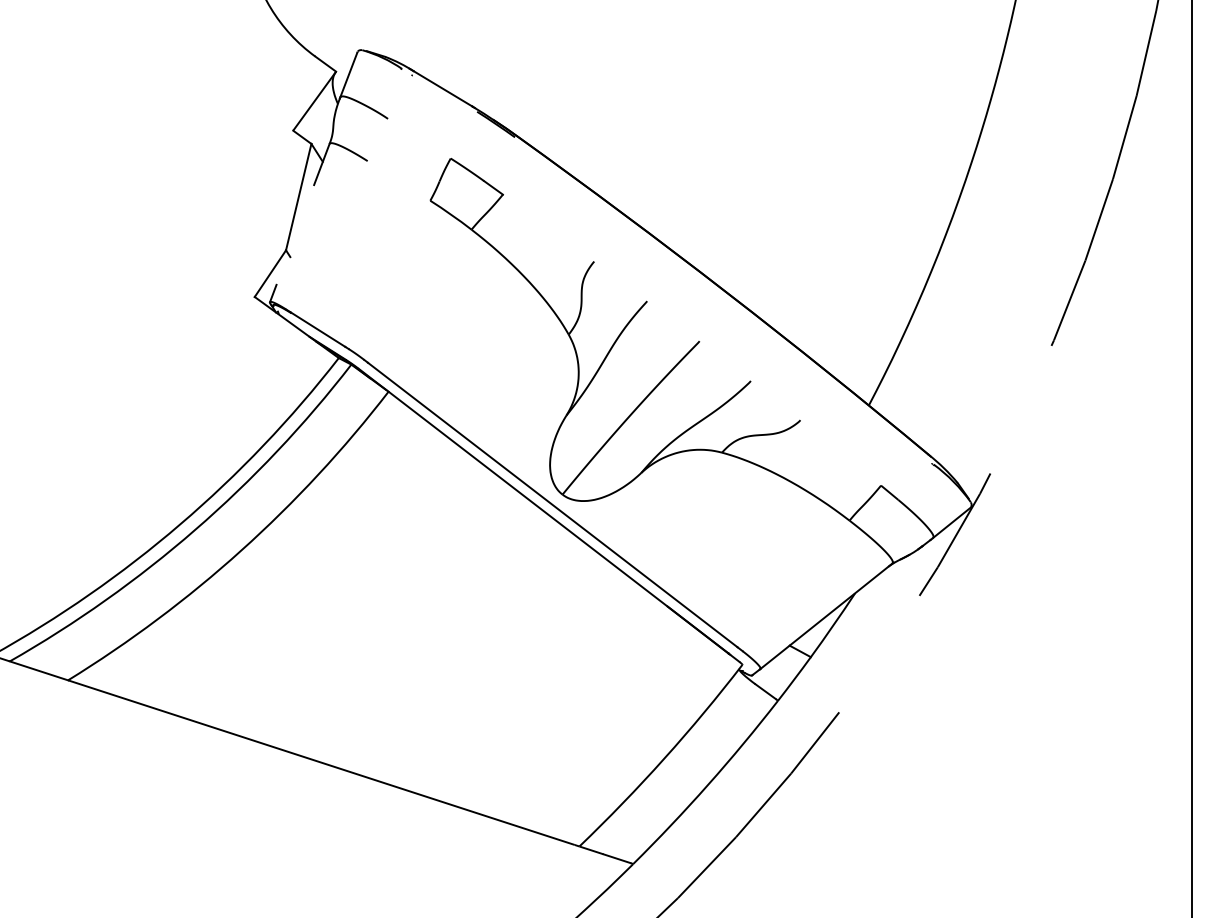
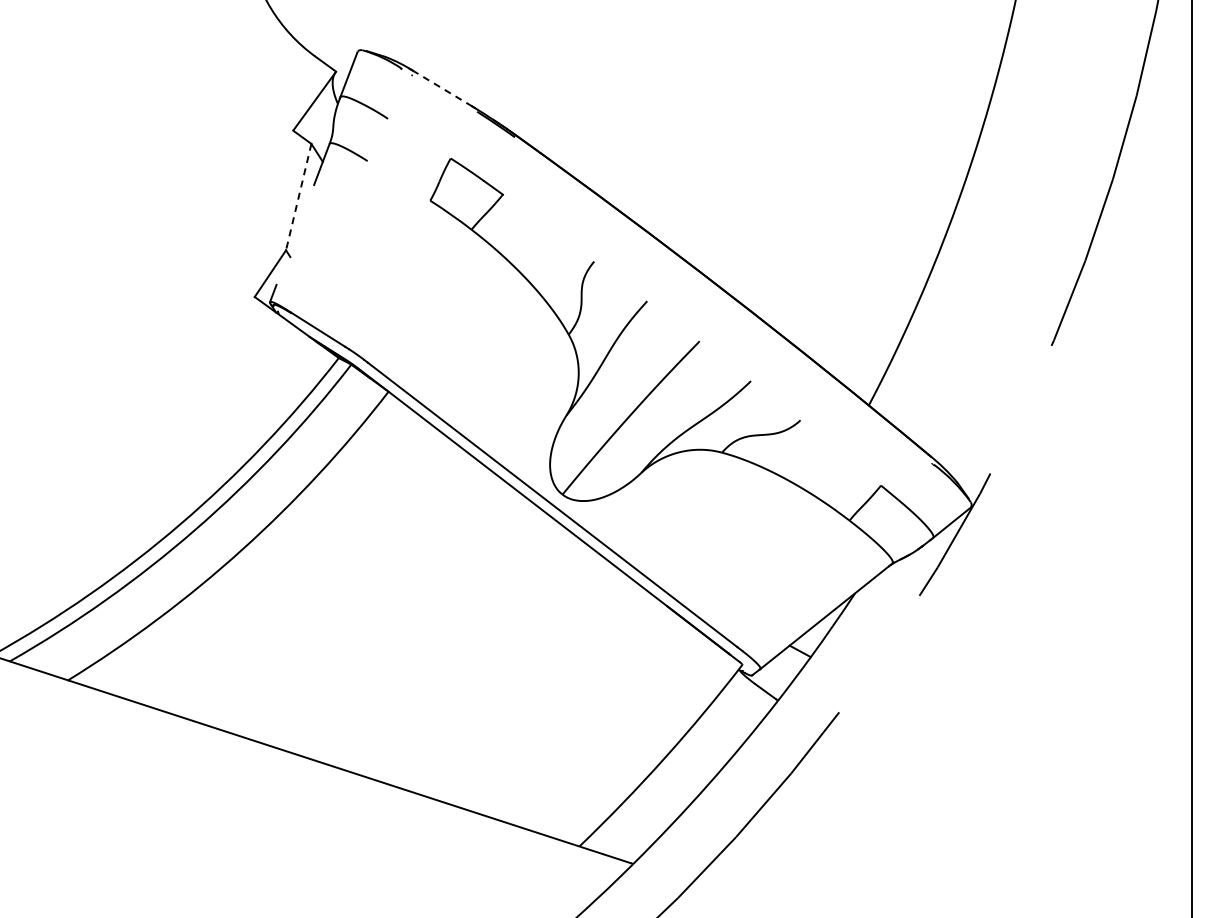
line at (443, 88): solid -> dashed
line at (298, 197): solid -> dashed
